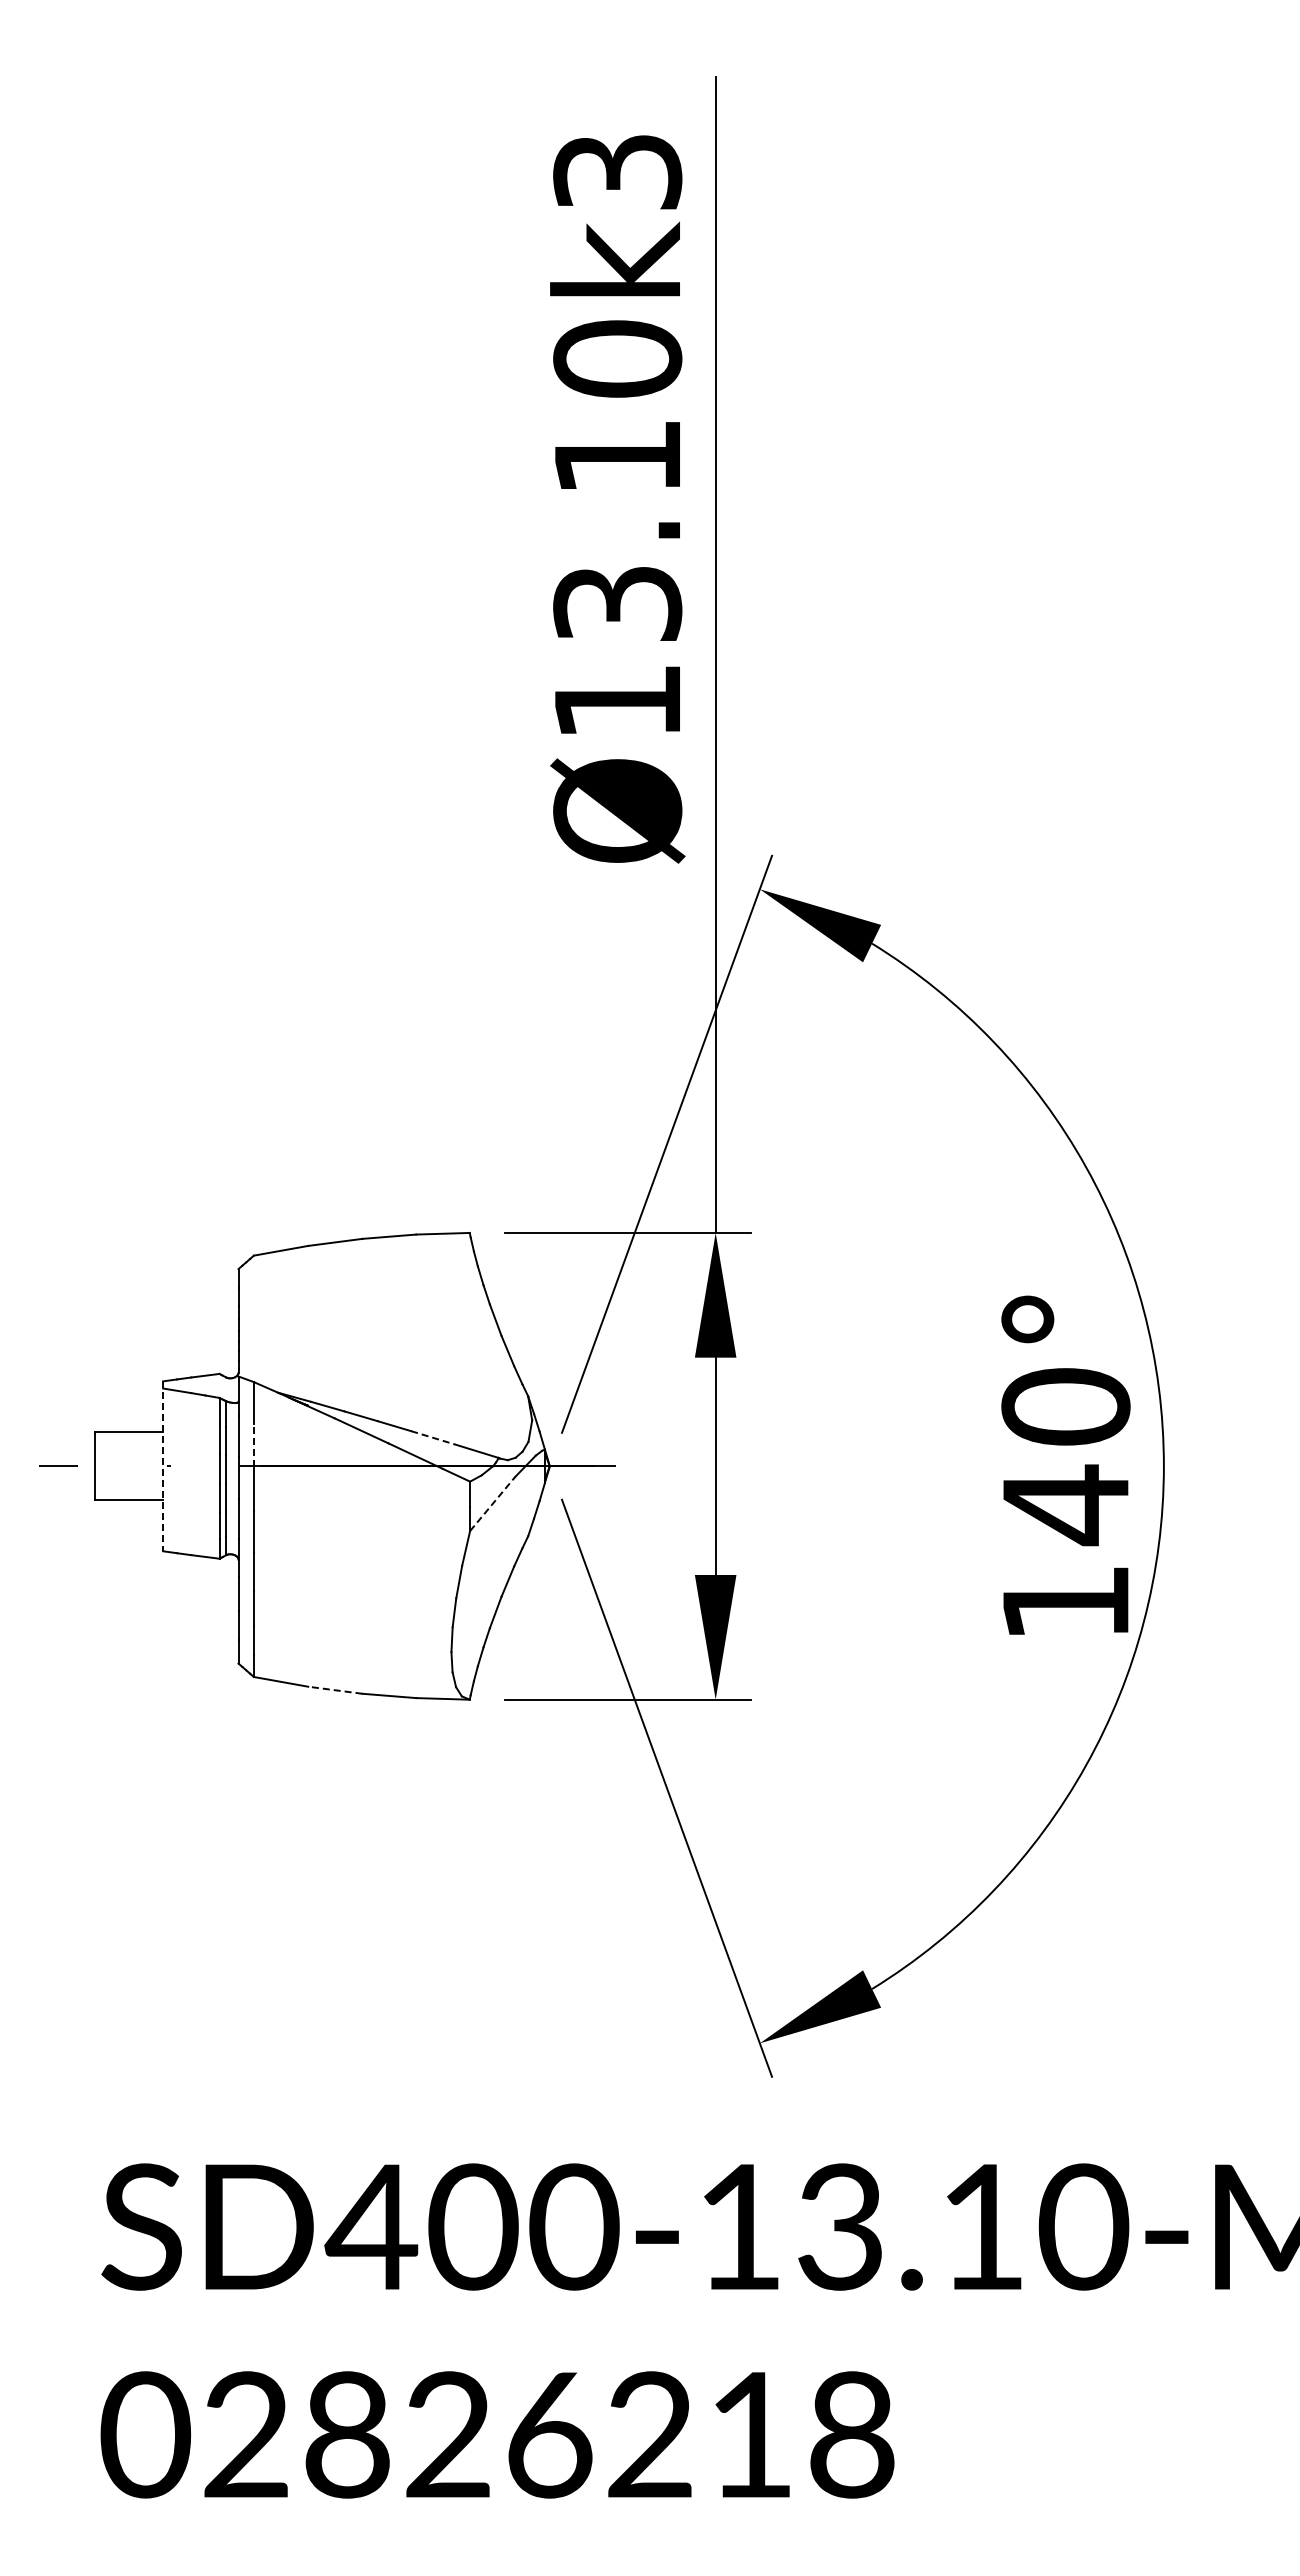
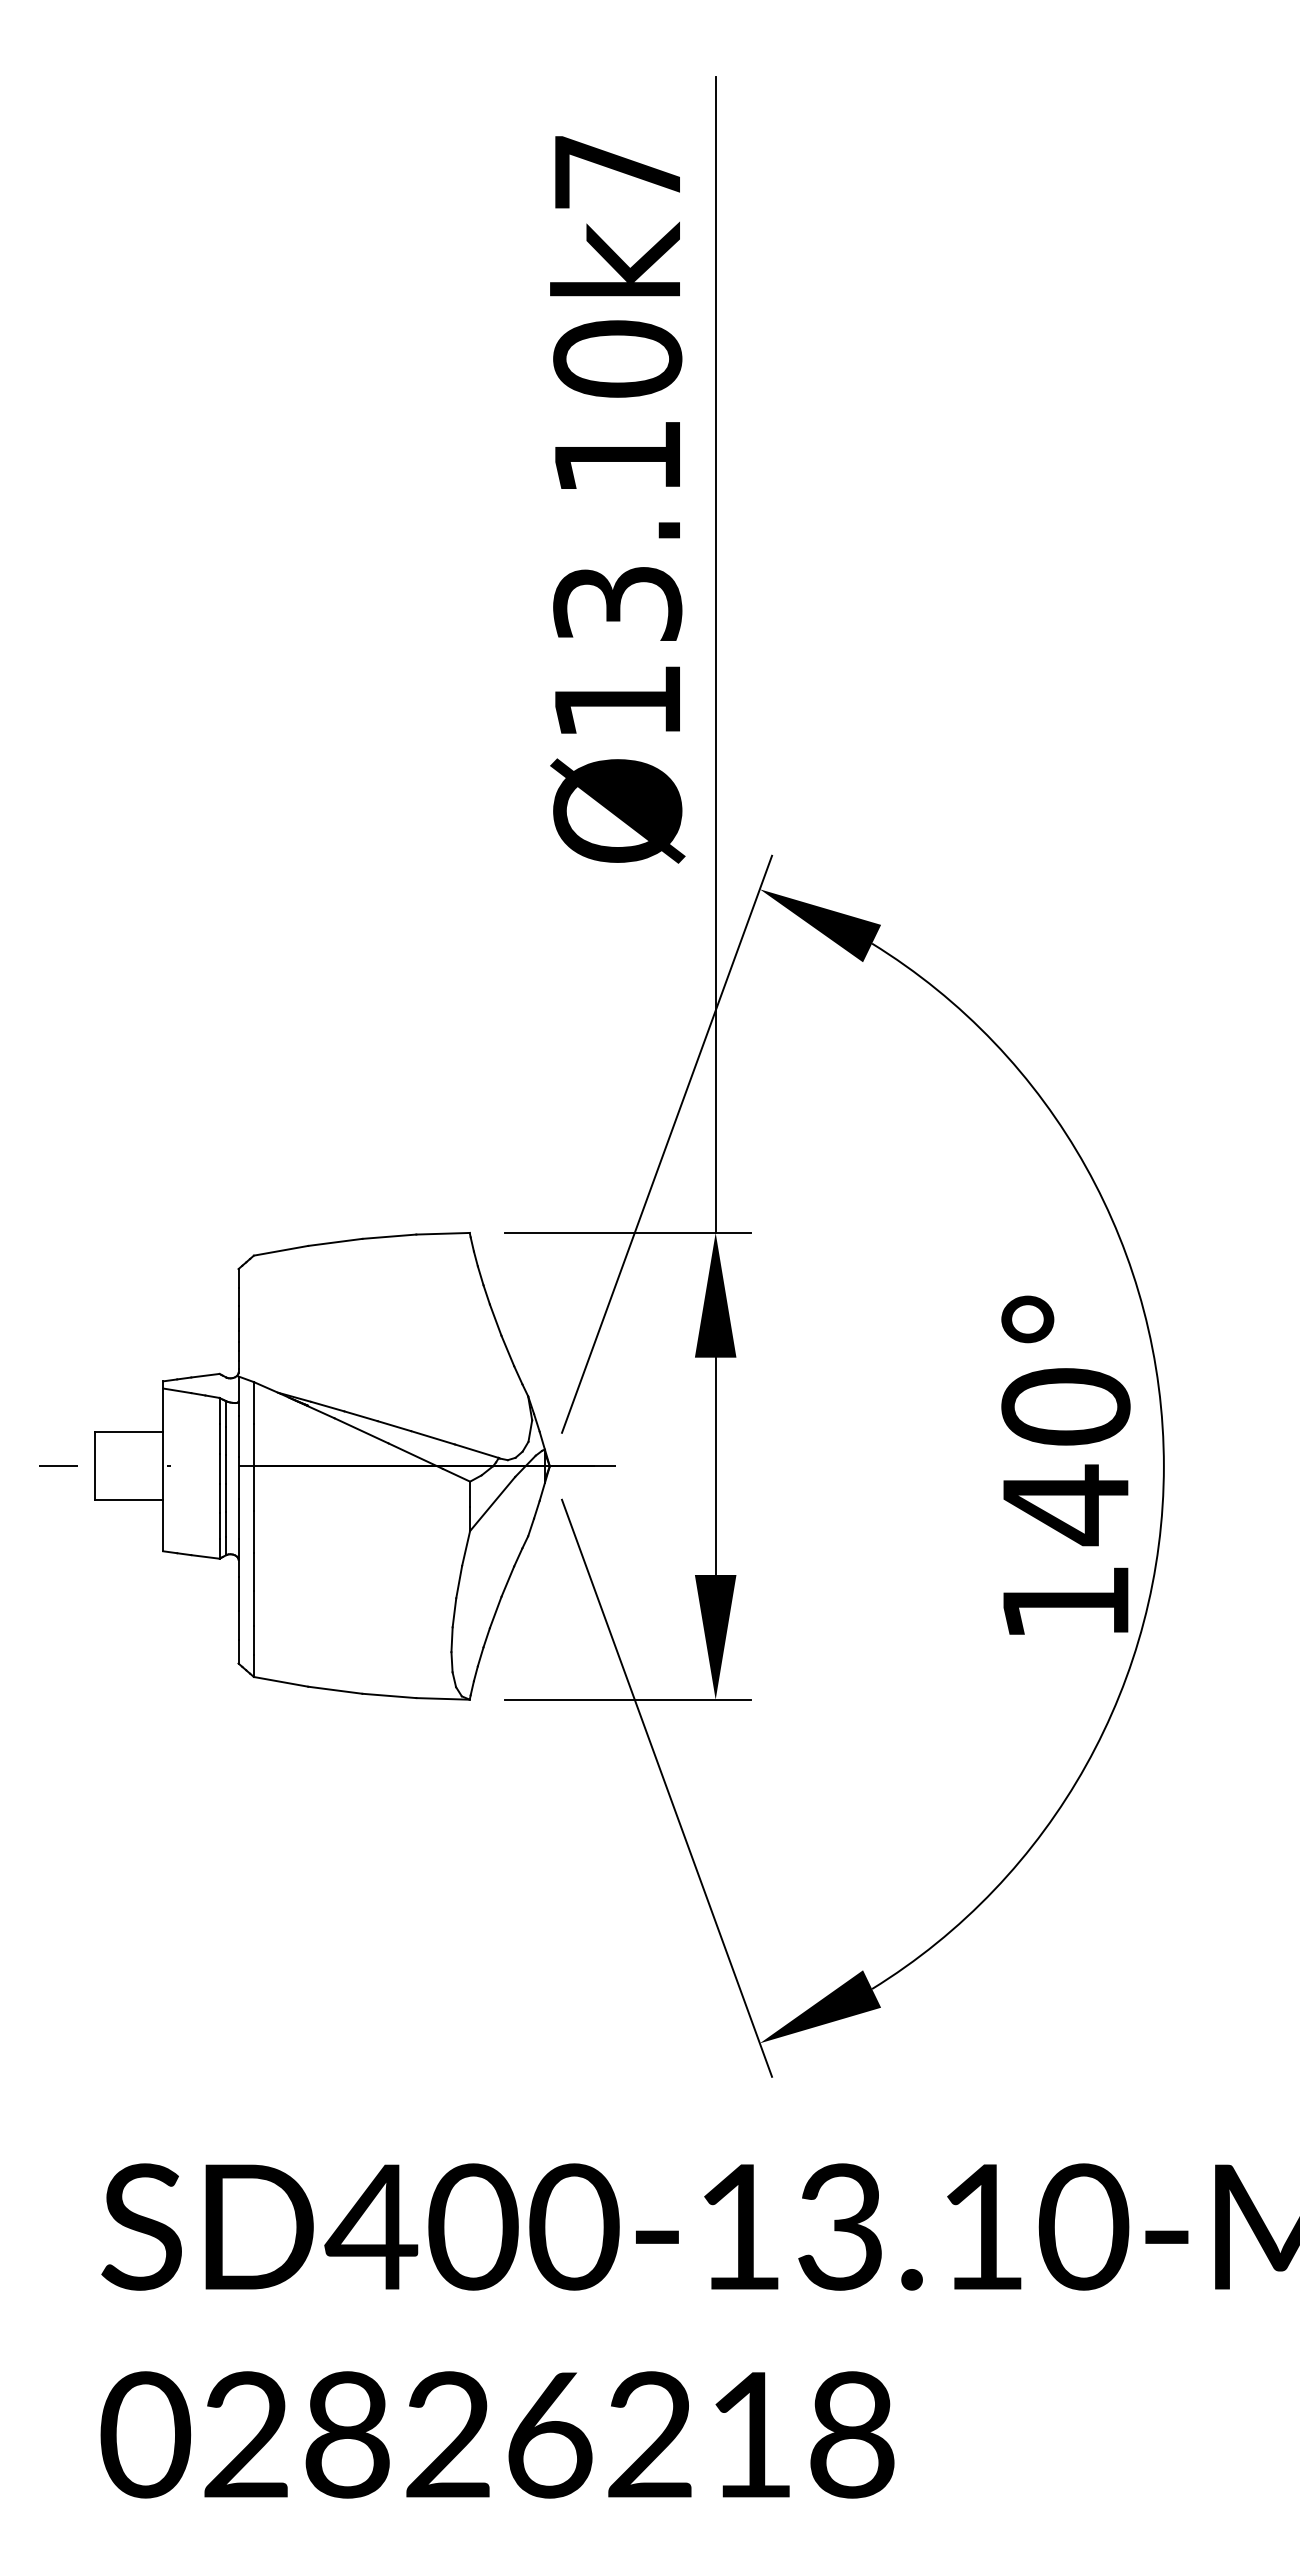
text at (617, 172): Ø13.10k3 -> Ø13.10k7
line at (433, 1437): dashed -> solid
line at (253, 1445): dashed -> solid
line at (163, 1466): dashed -> solid
line at (493, 1503): dashed -> solid
line at (334, 1690): dashed -> solid
